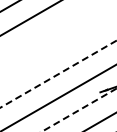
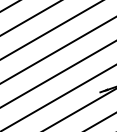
line at (51, 30): none -> present
line at (57, 50): none -> present
line at (58, 74): dashed -> solid
line at (79, 109): dashed -> solid
